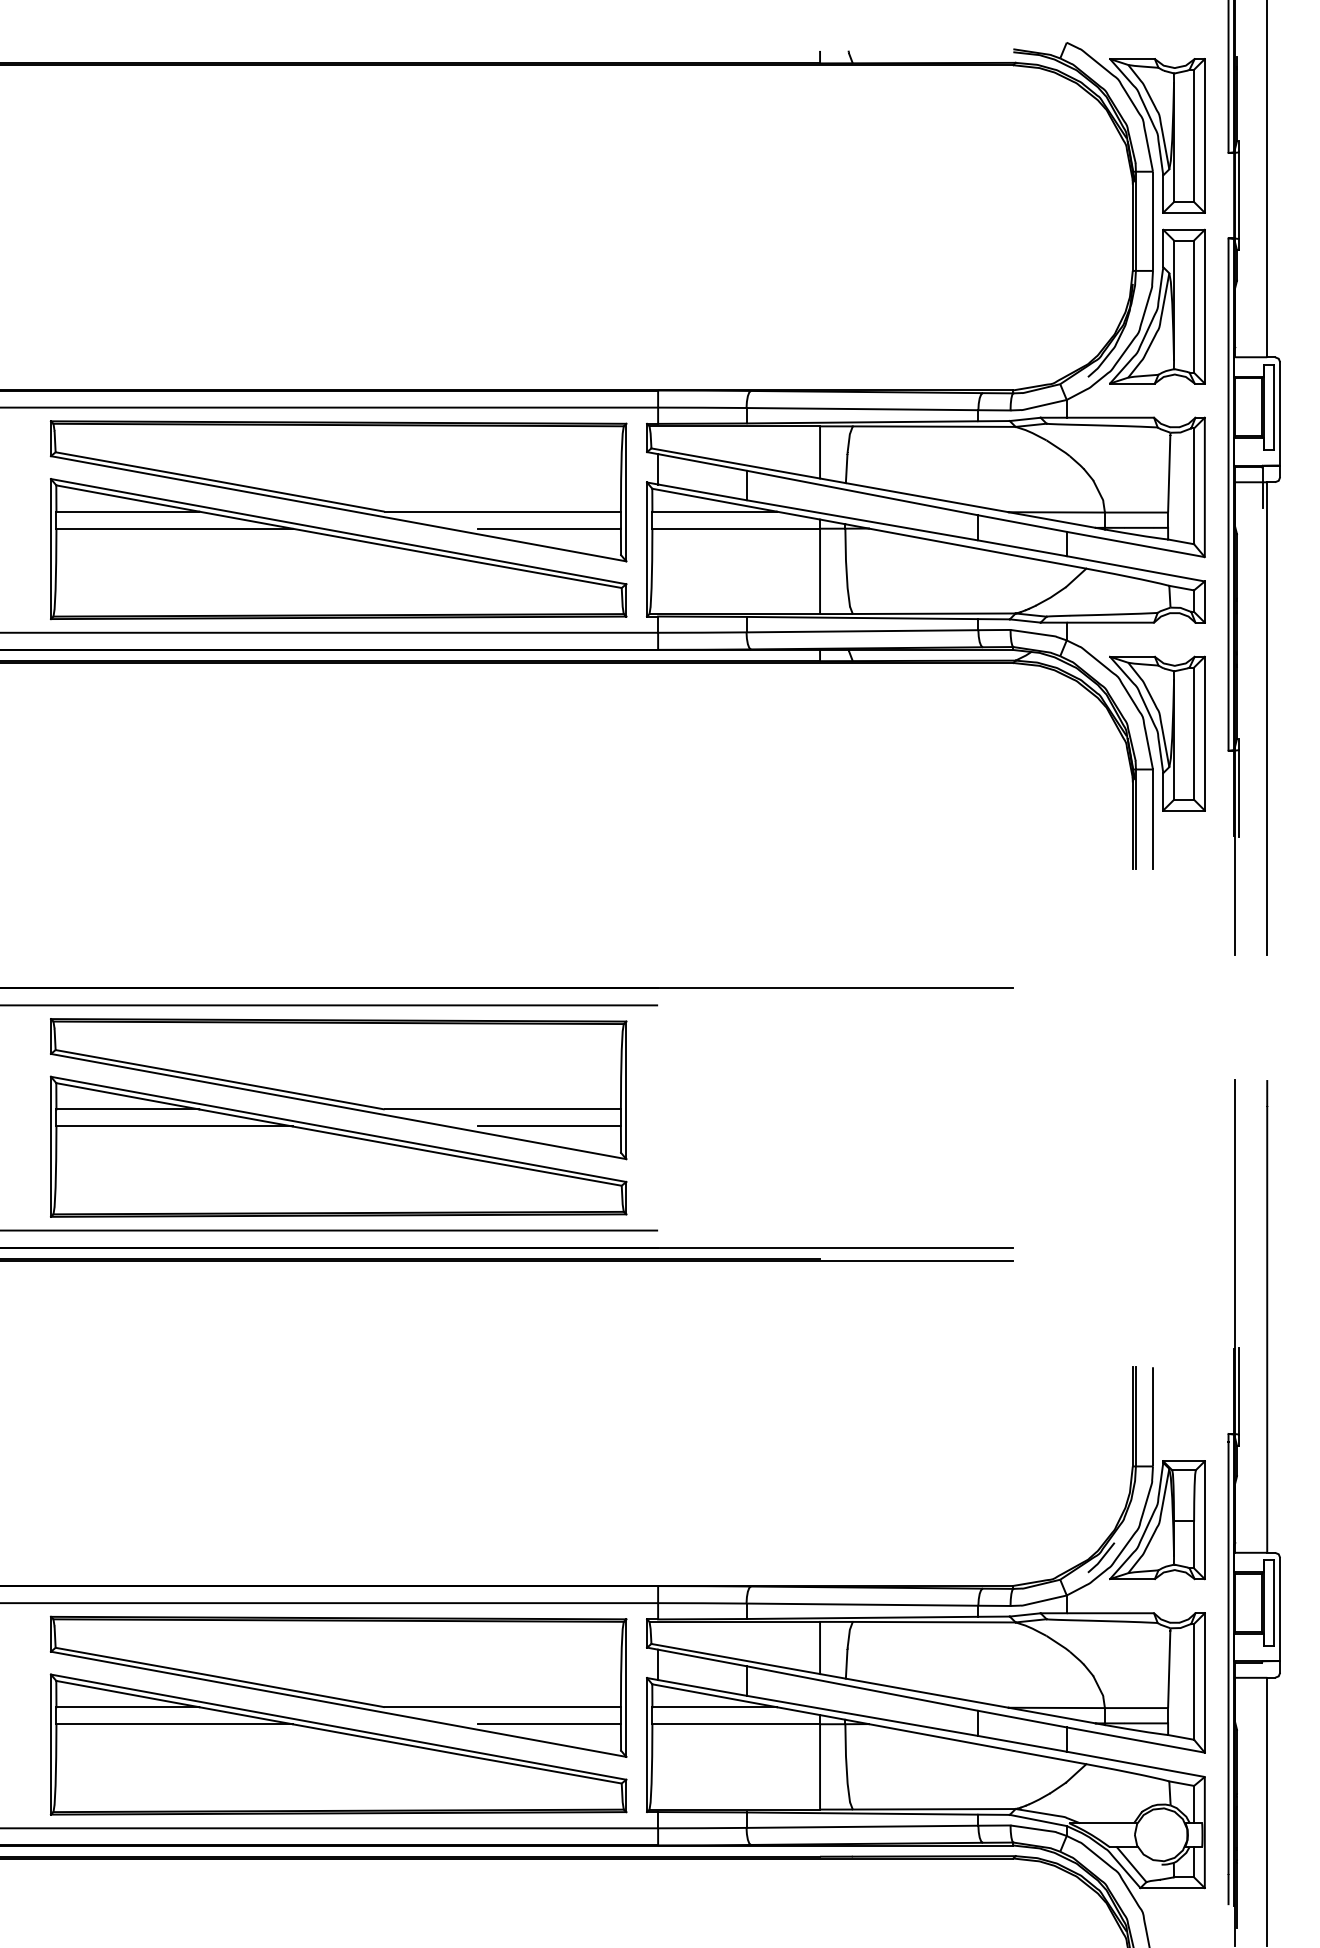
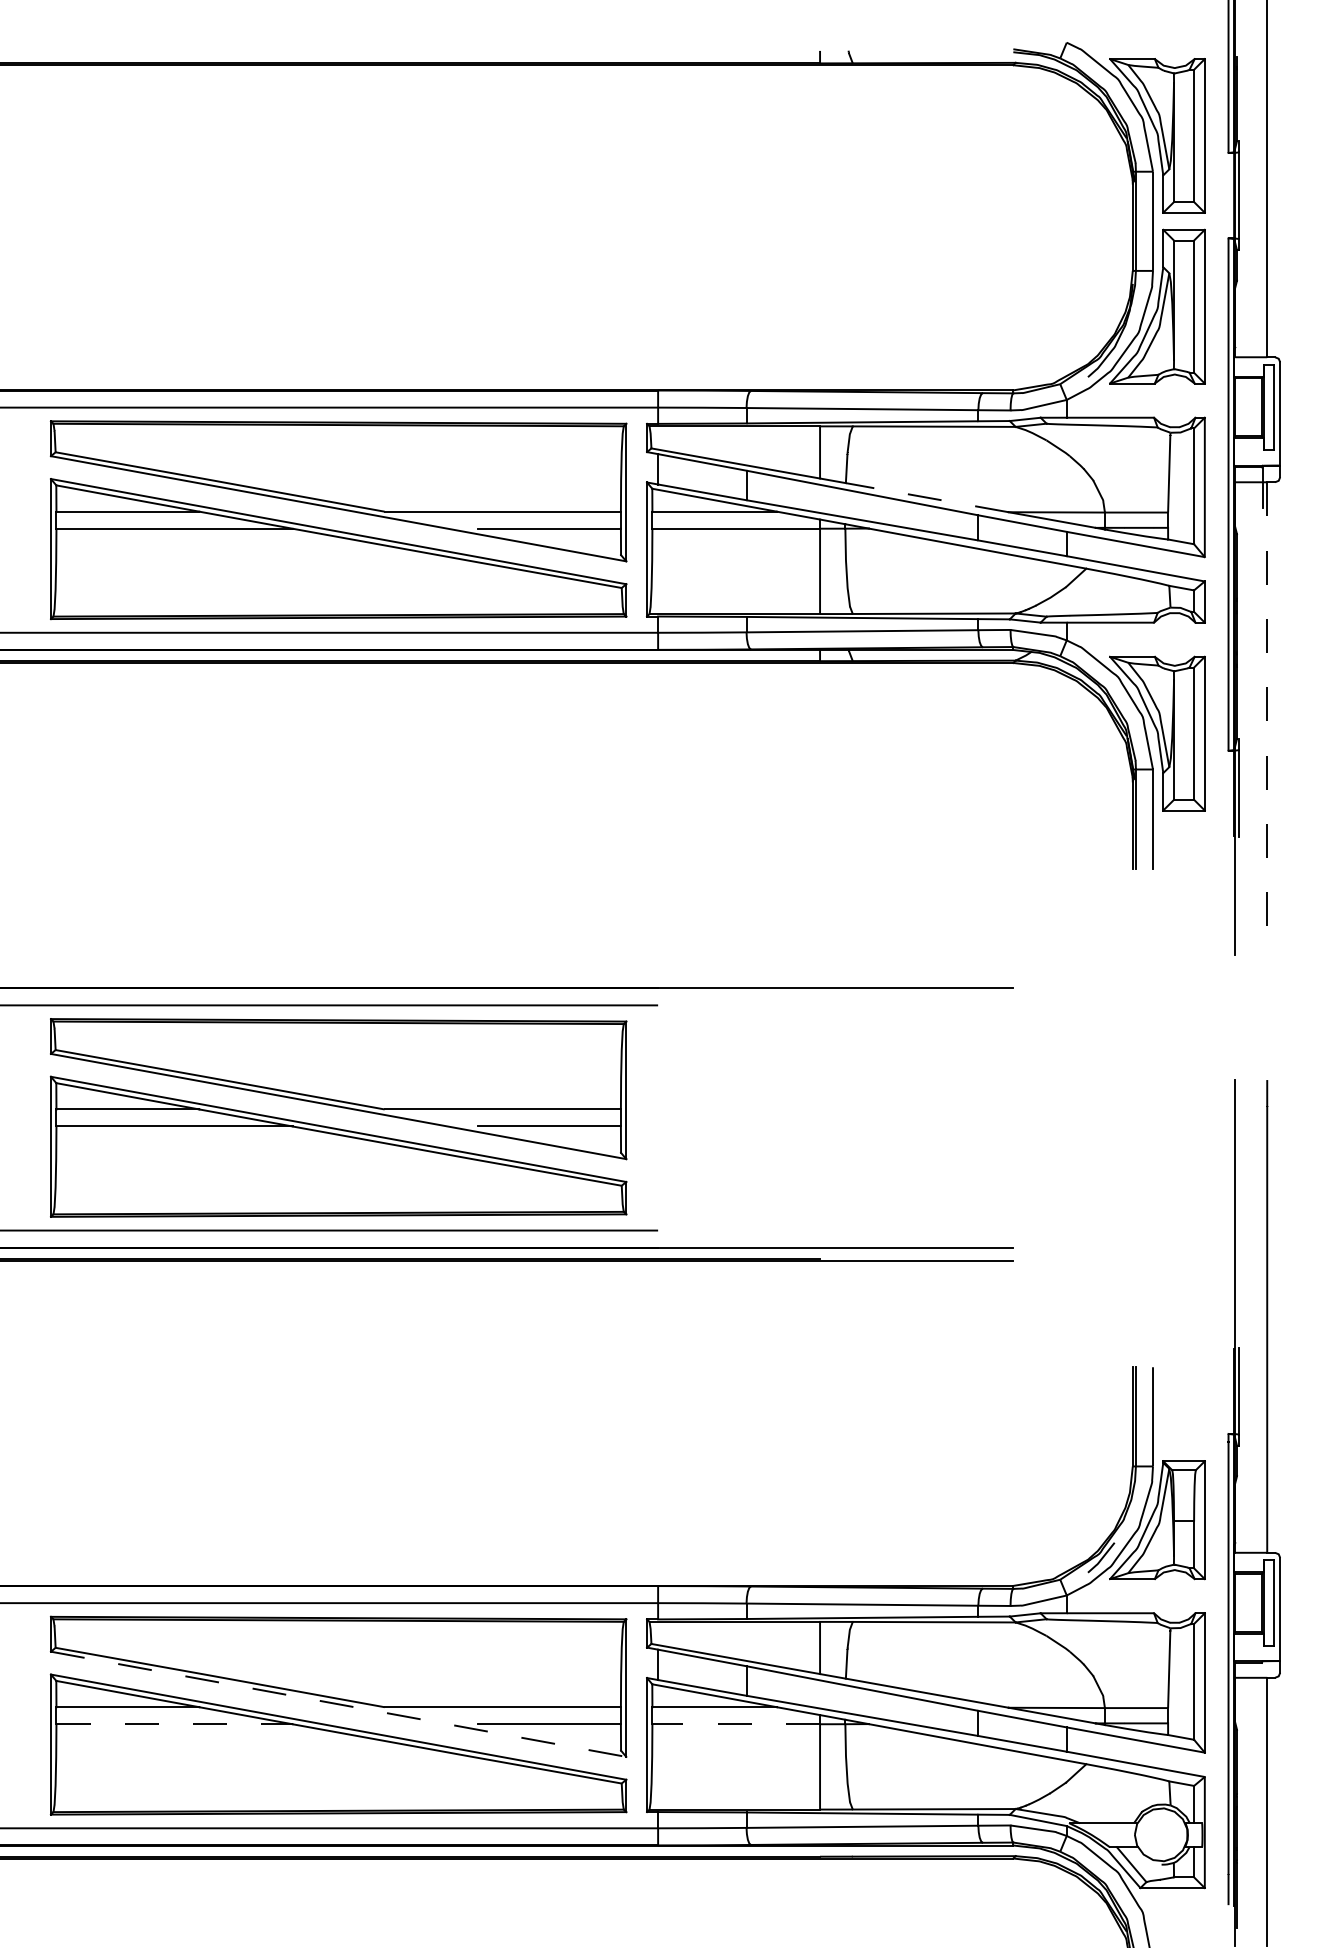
line at (927, 497): solid -> dashed
line at (1267, 719): solid -> dashed
line at (339, 1704): solid -> dashed
line at (174, 1724): solid -> dashed
line at (736, 1724): solid -> dashed
